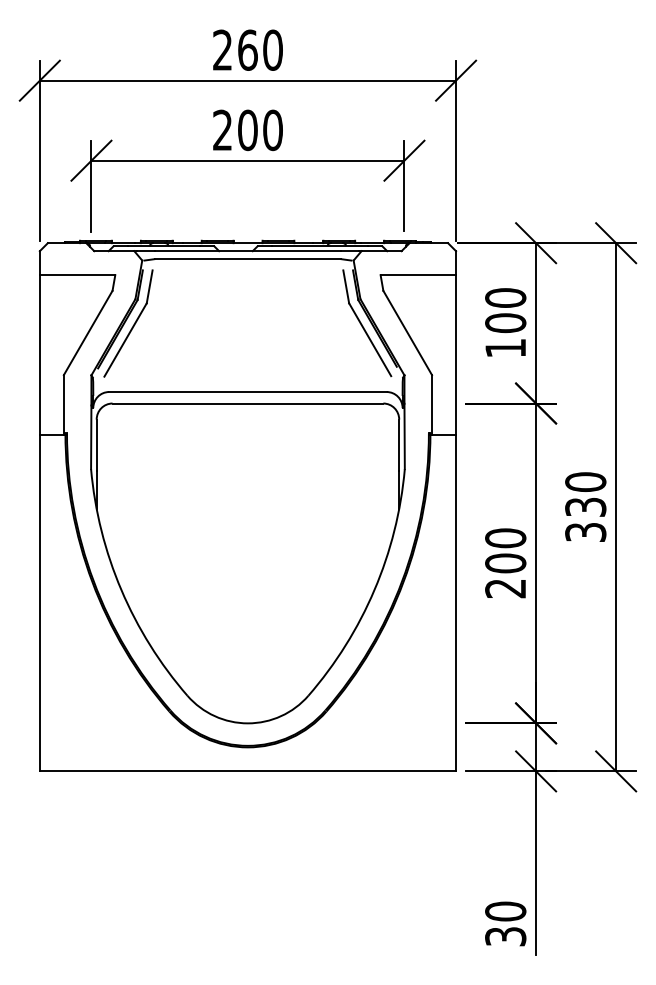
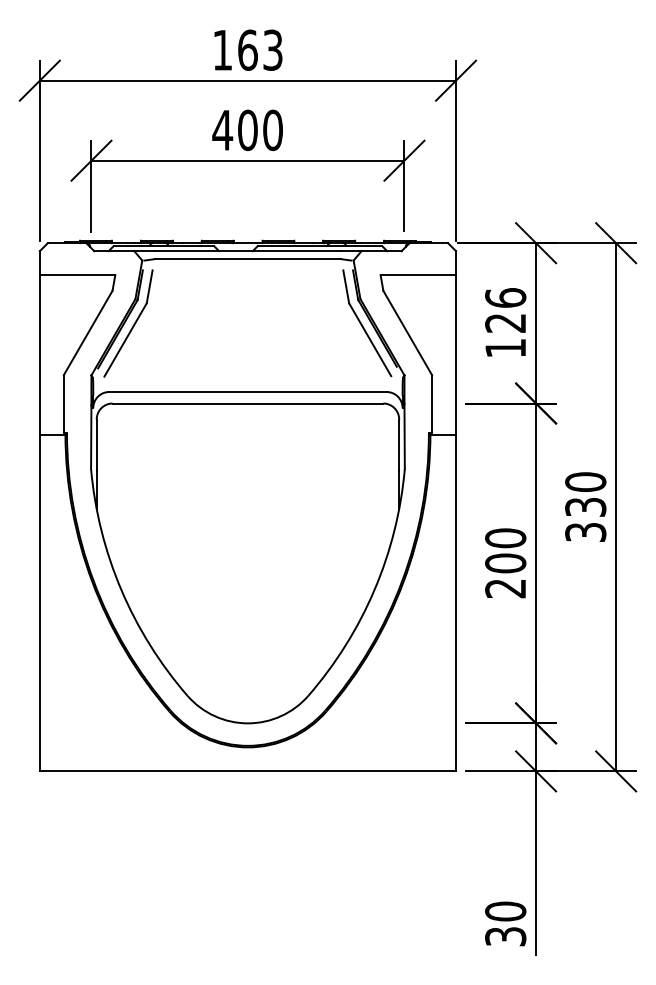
text at (247, 49): 260 -> 163
text at (222, 129): 200 -> 400
text at (505, 310): 100 -> 126
